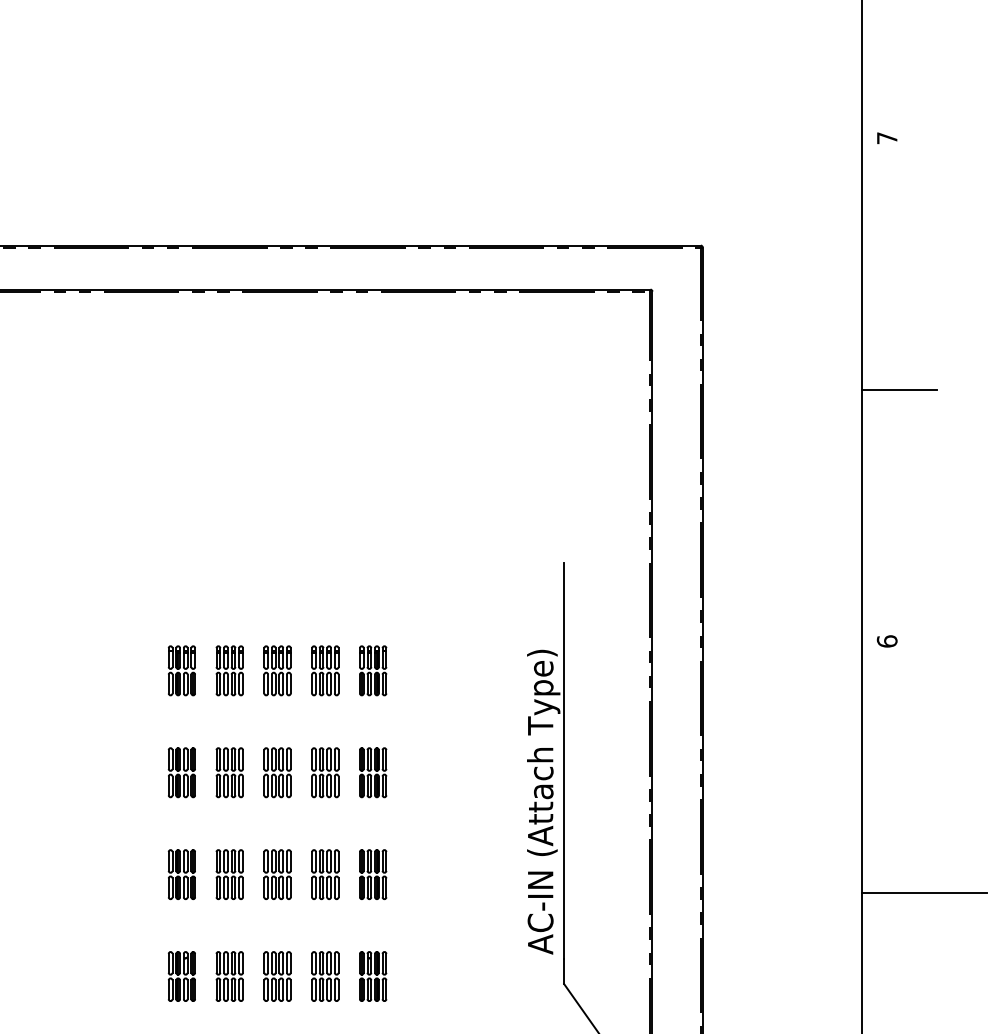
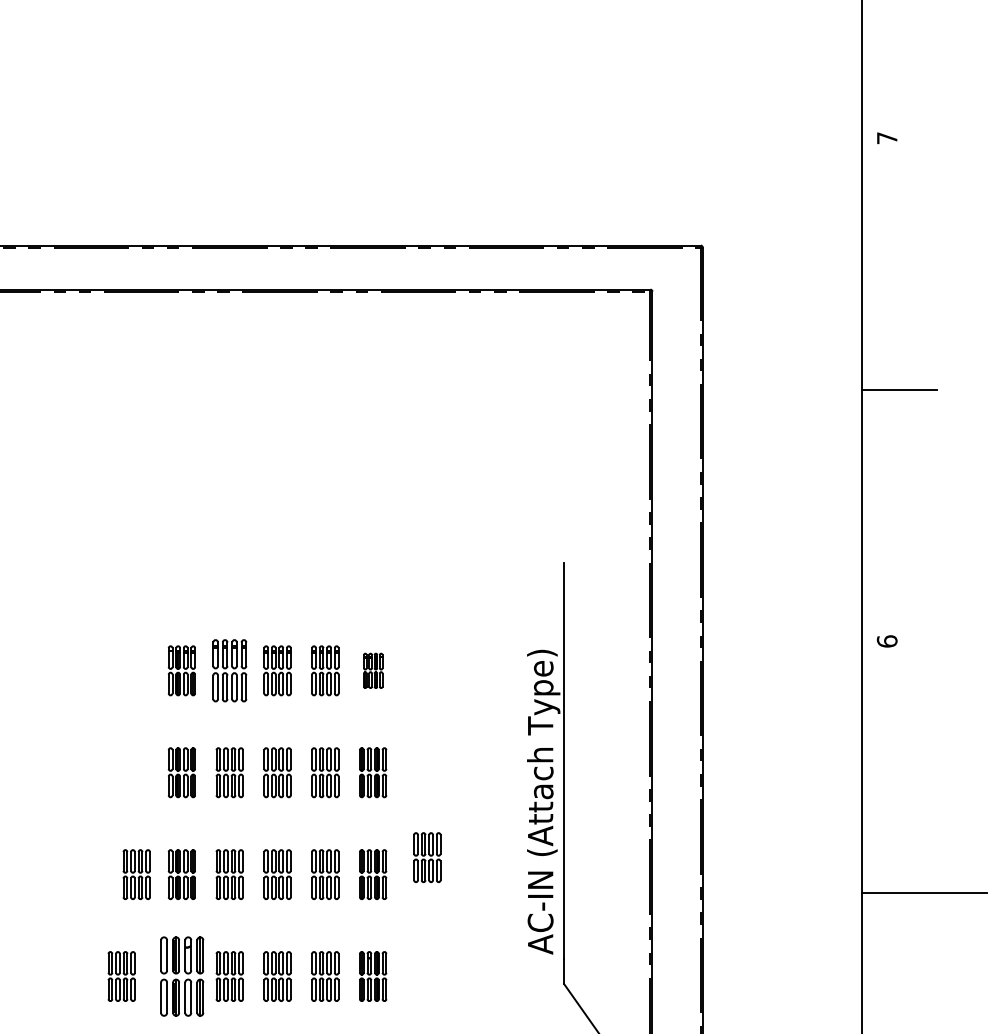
part at (229, 670) size: 29x52 px -> 36x64 px
part at (373, 670) size: 29x52 px -> 21x37 px
part at (427, 857): none -> present
part at (136, 874): none -> present
part at (121, 976): none -> present
part at (181, 976) size: 29x51 px -> 45x81 px
